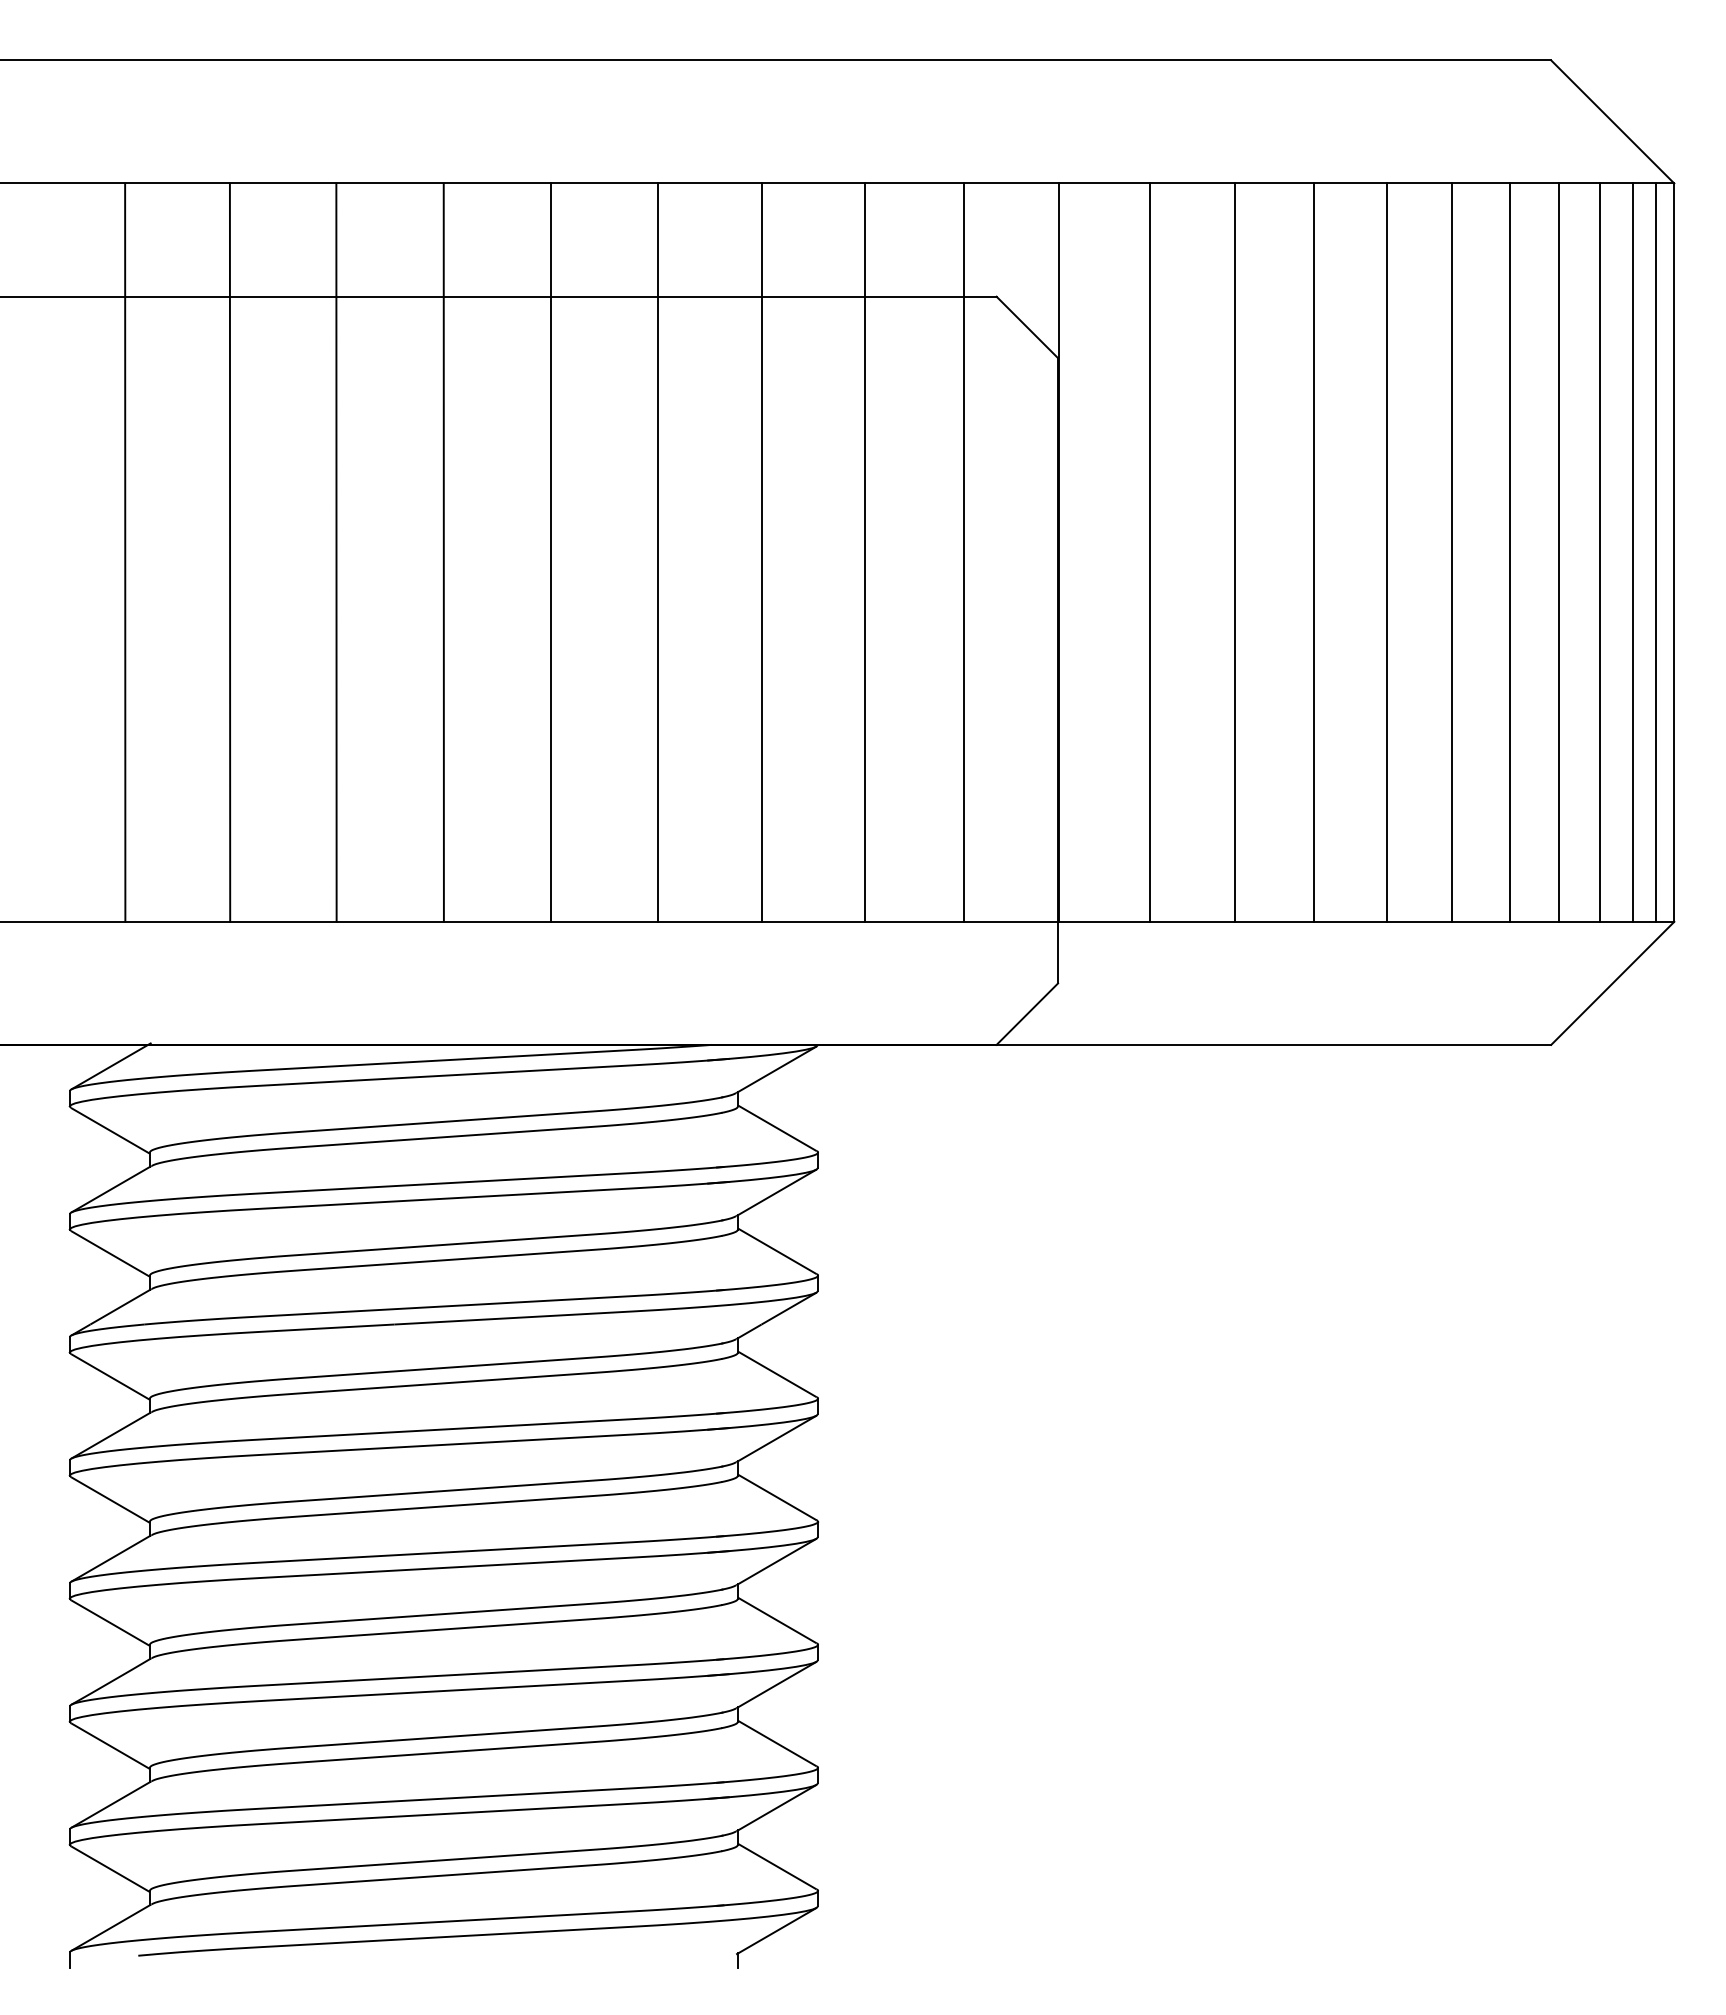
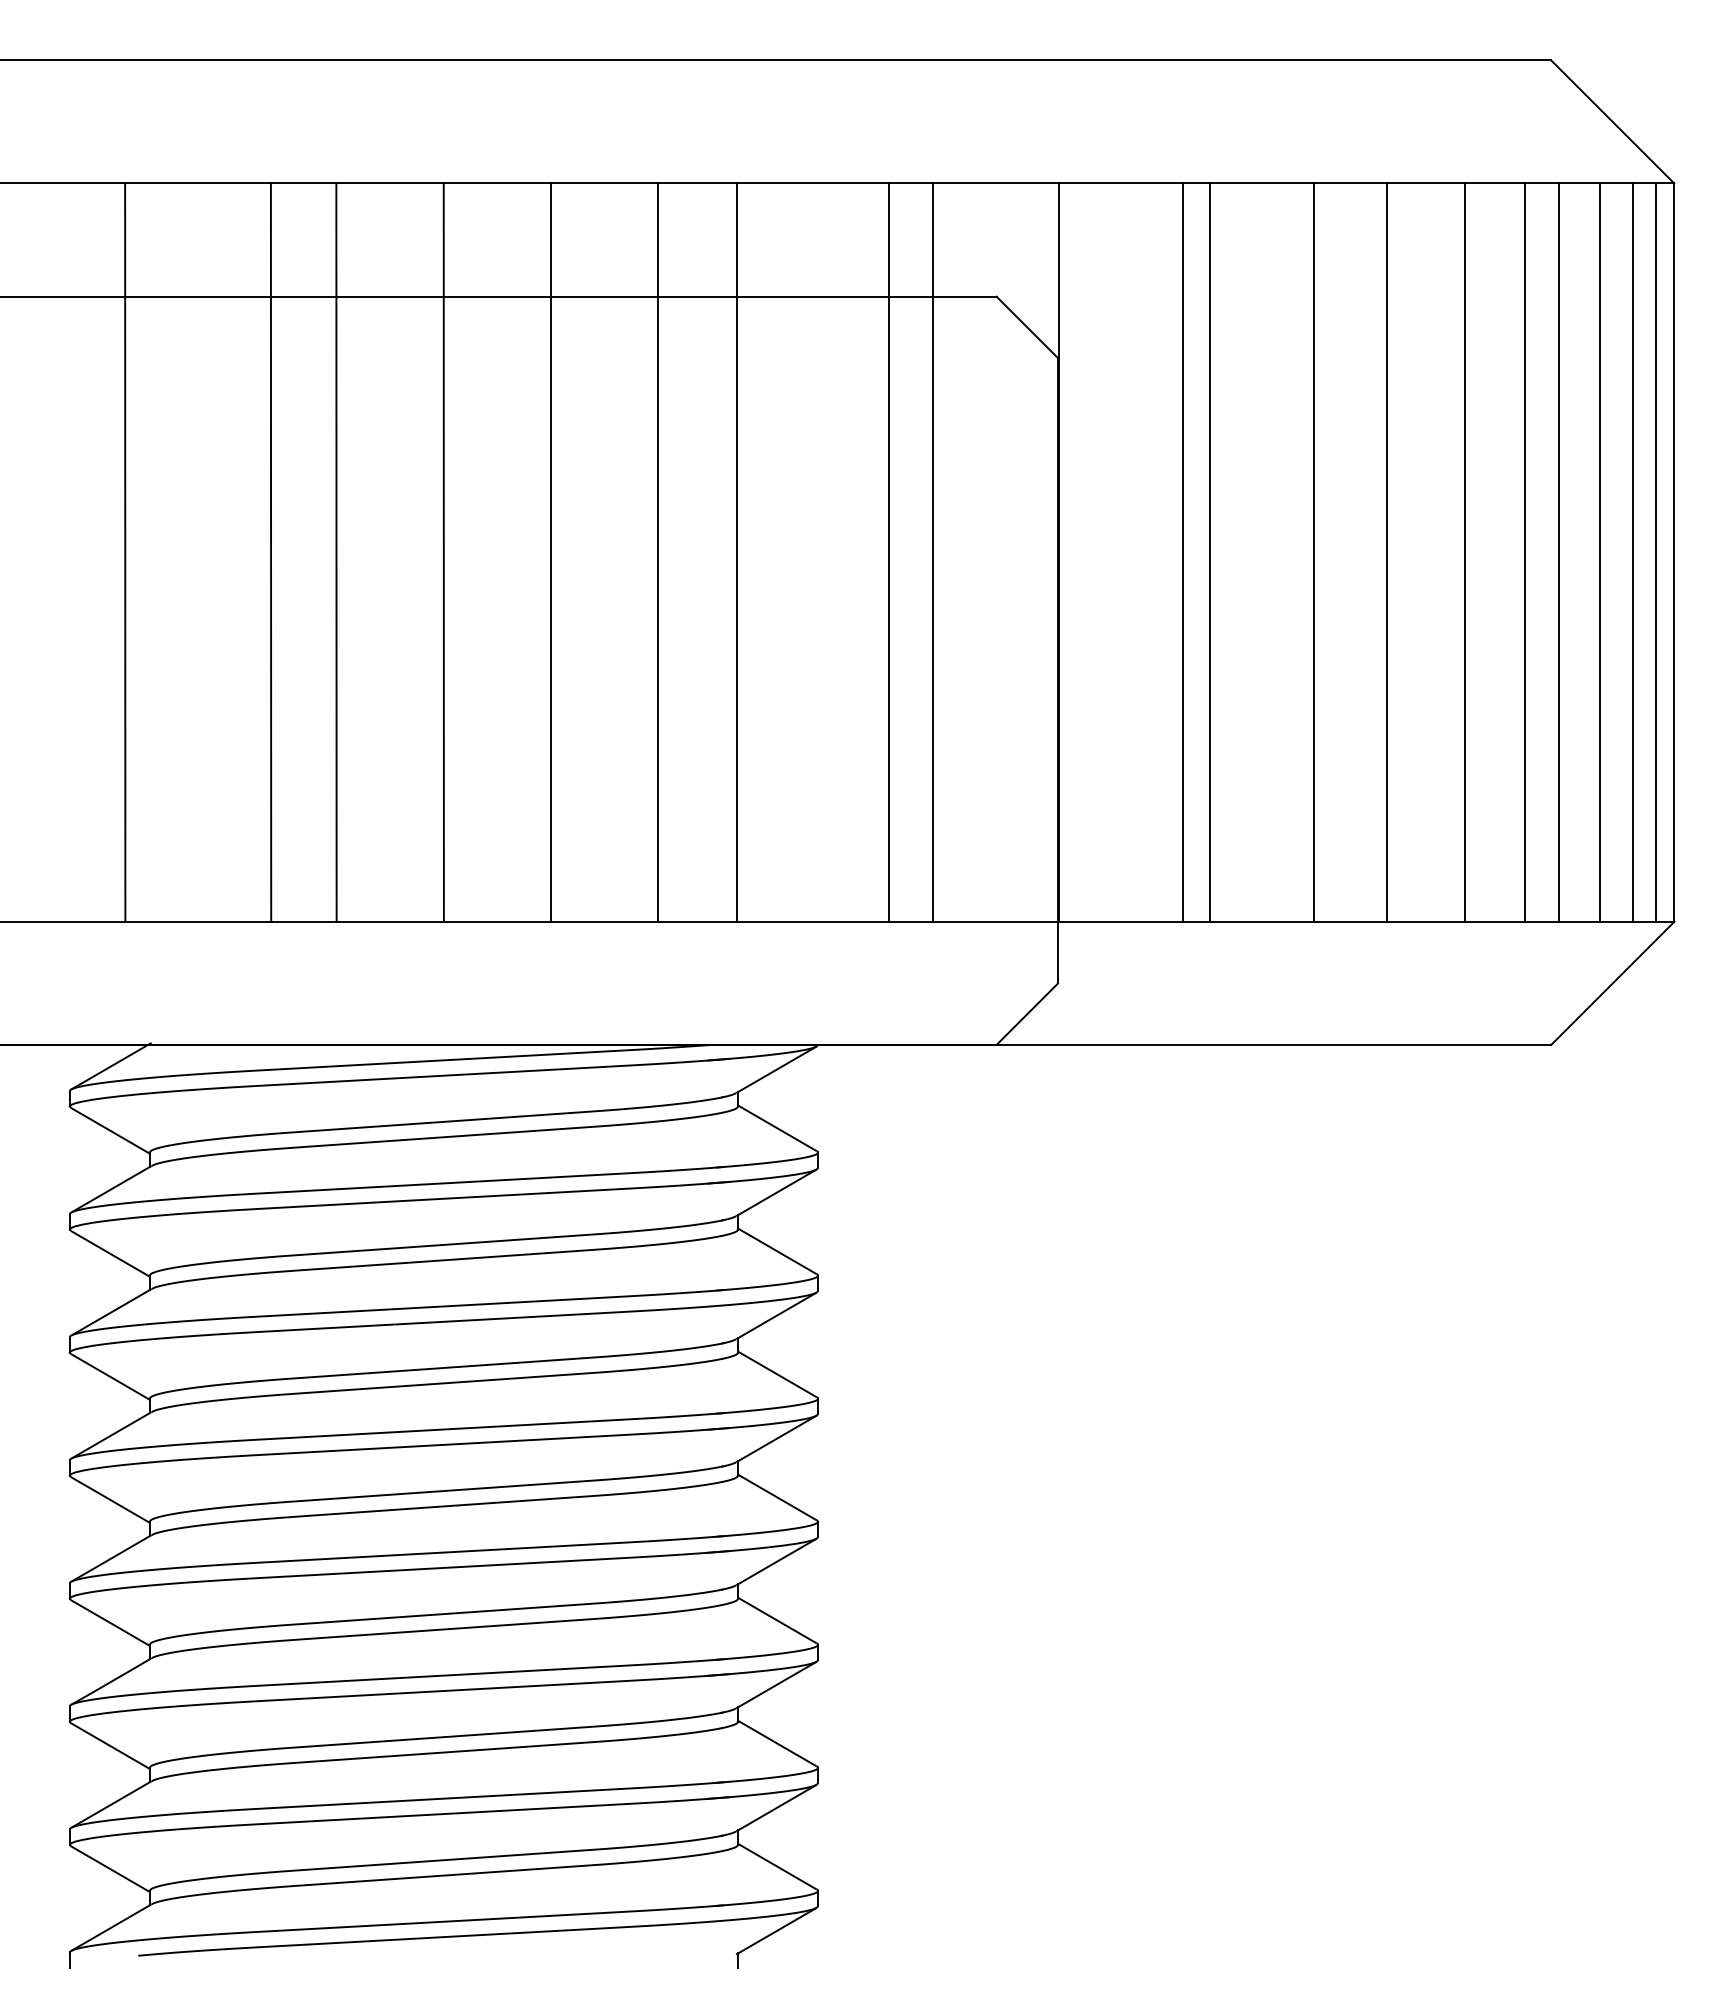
line at (229, 552) position: (229, 552) -> (270, 552)
line at (762, 552) position: (762, 552) -> (737, 552)
line at (864, 552) position: (864, 552) -> (888, 552)
line at (963, 552) position: (963, 552) -> (932, 552)
line at (1149, 552) position: (1149, 552) -> (1182, 552)
line at (1234, 552) position: (1234, 552) -> (1209, 552)
line at (1451, 552) position: (1451, 552) -> (1464, 552)
line at (1509, 552) position: (1509, 552) -> (1524, 552)
